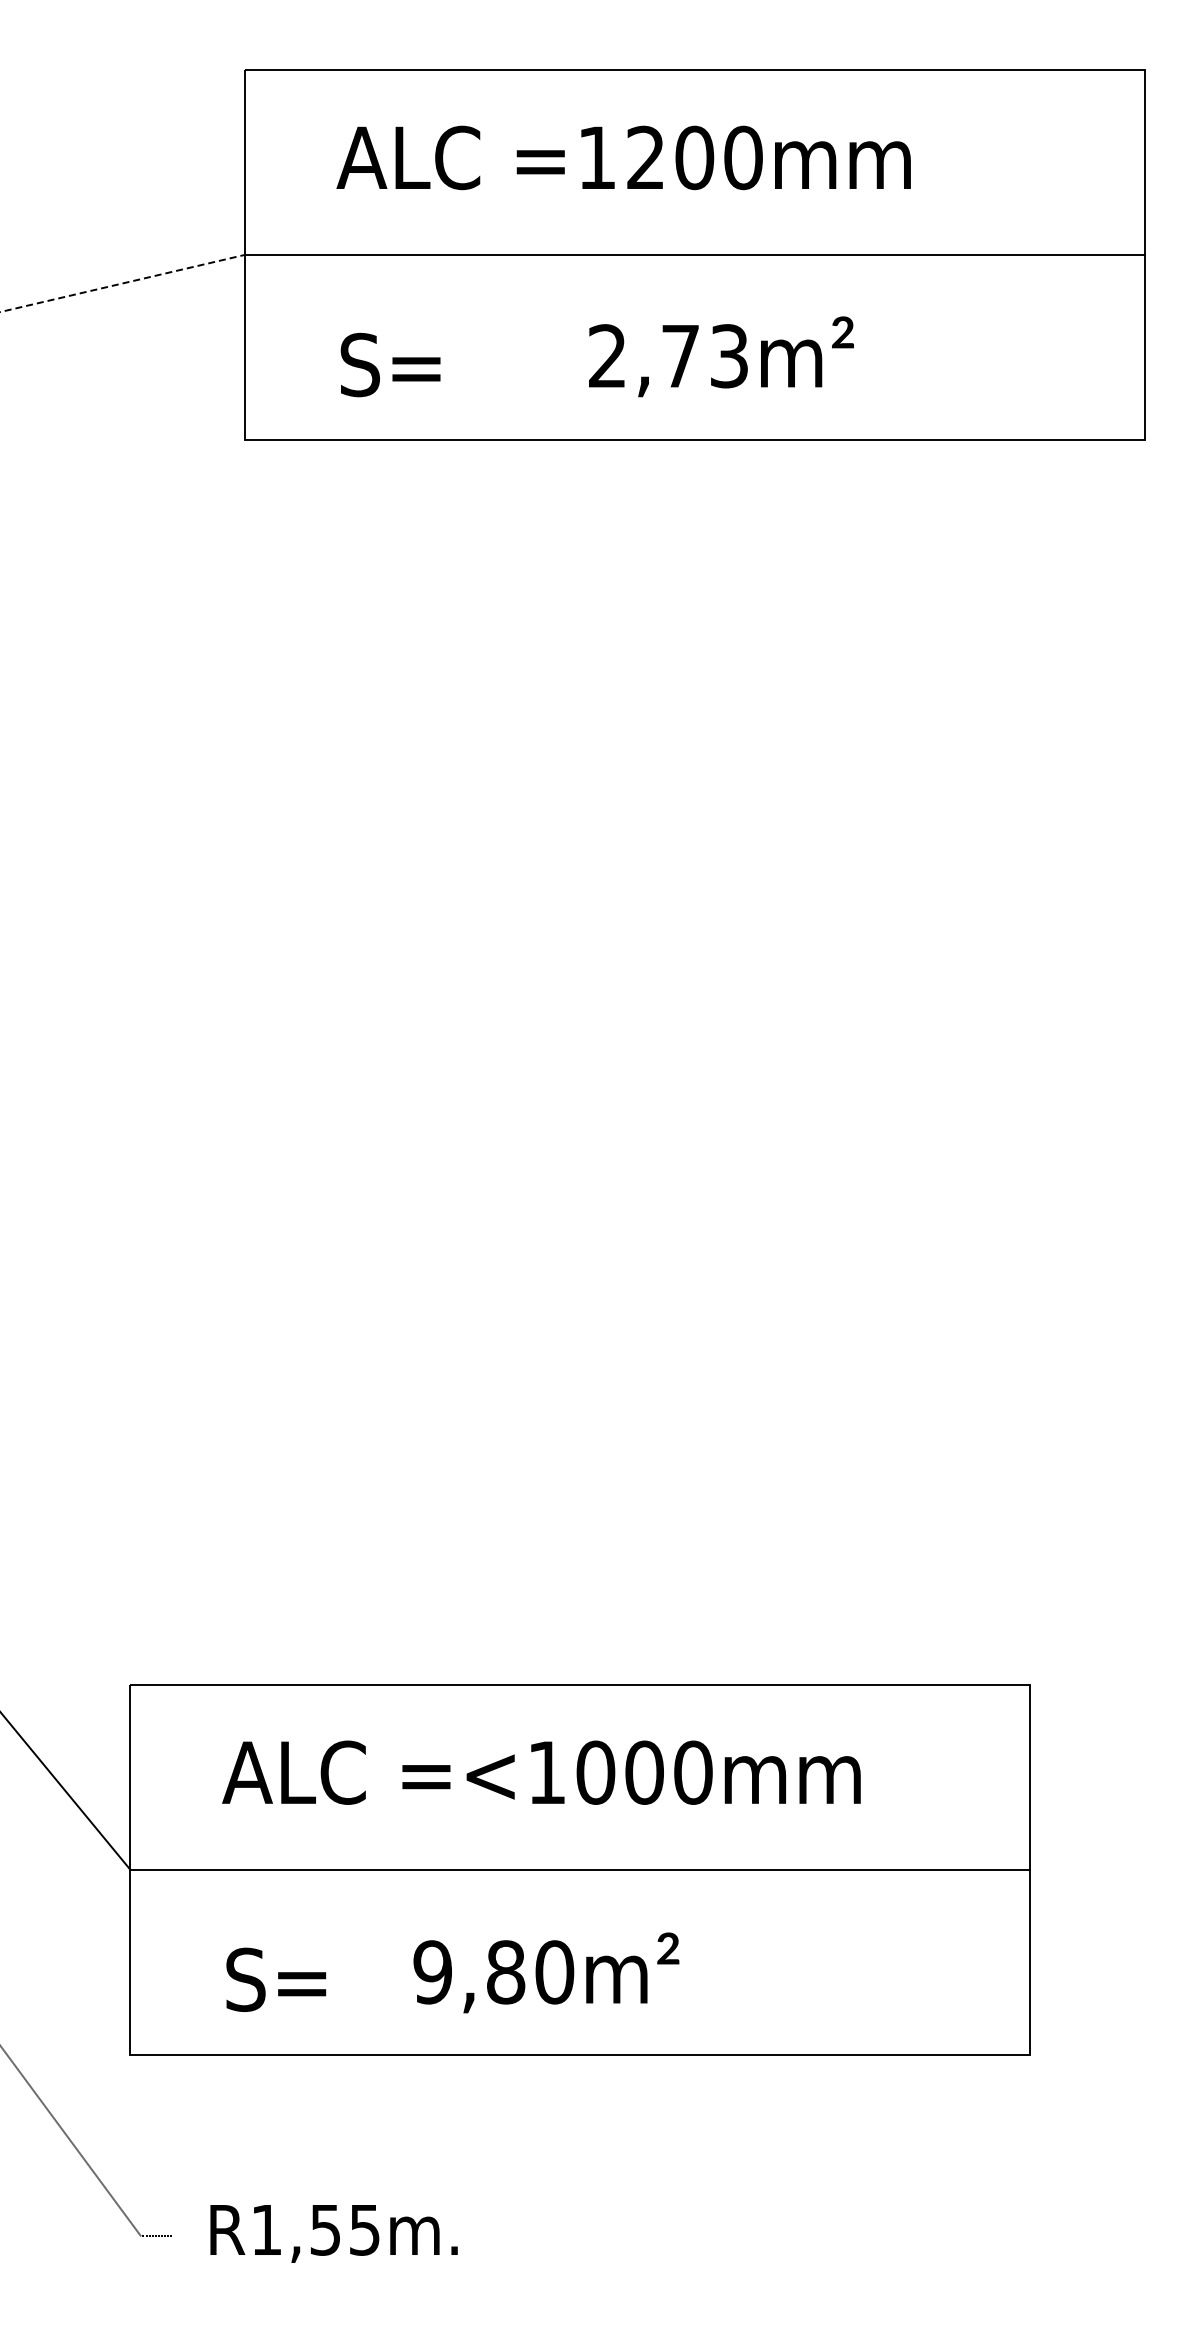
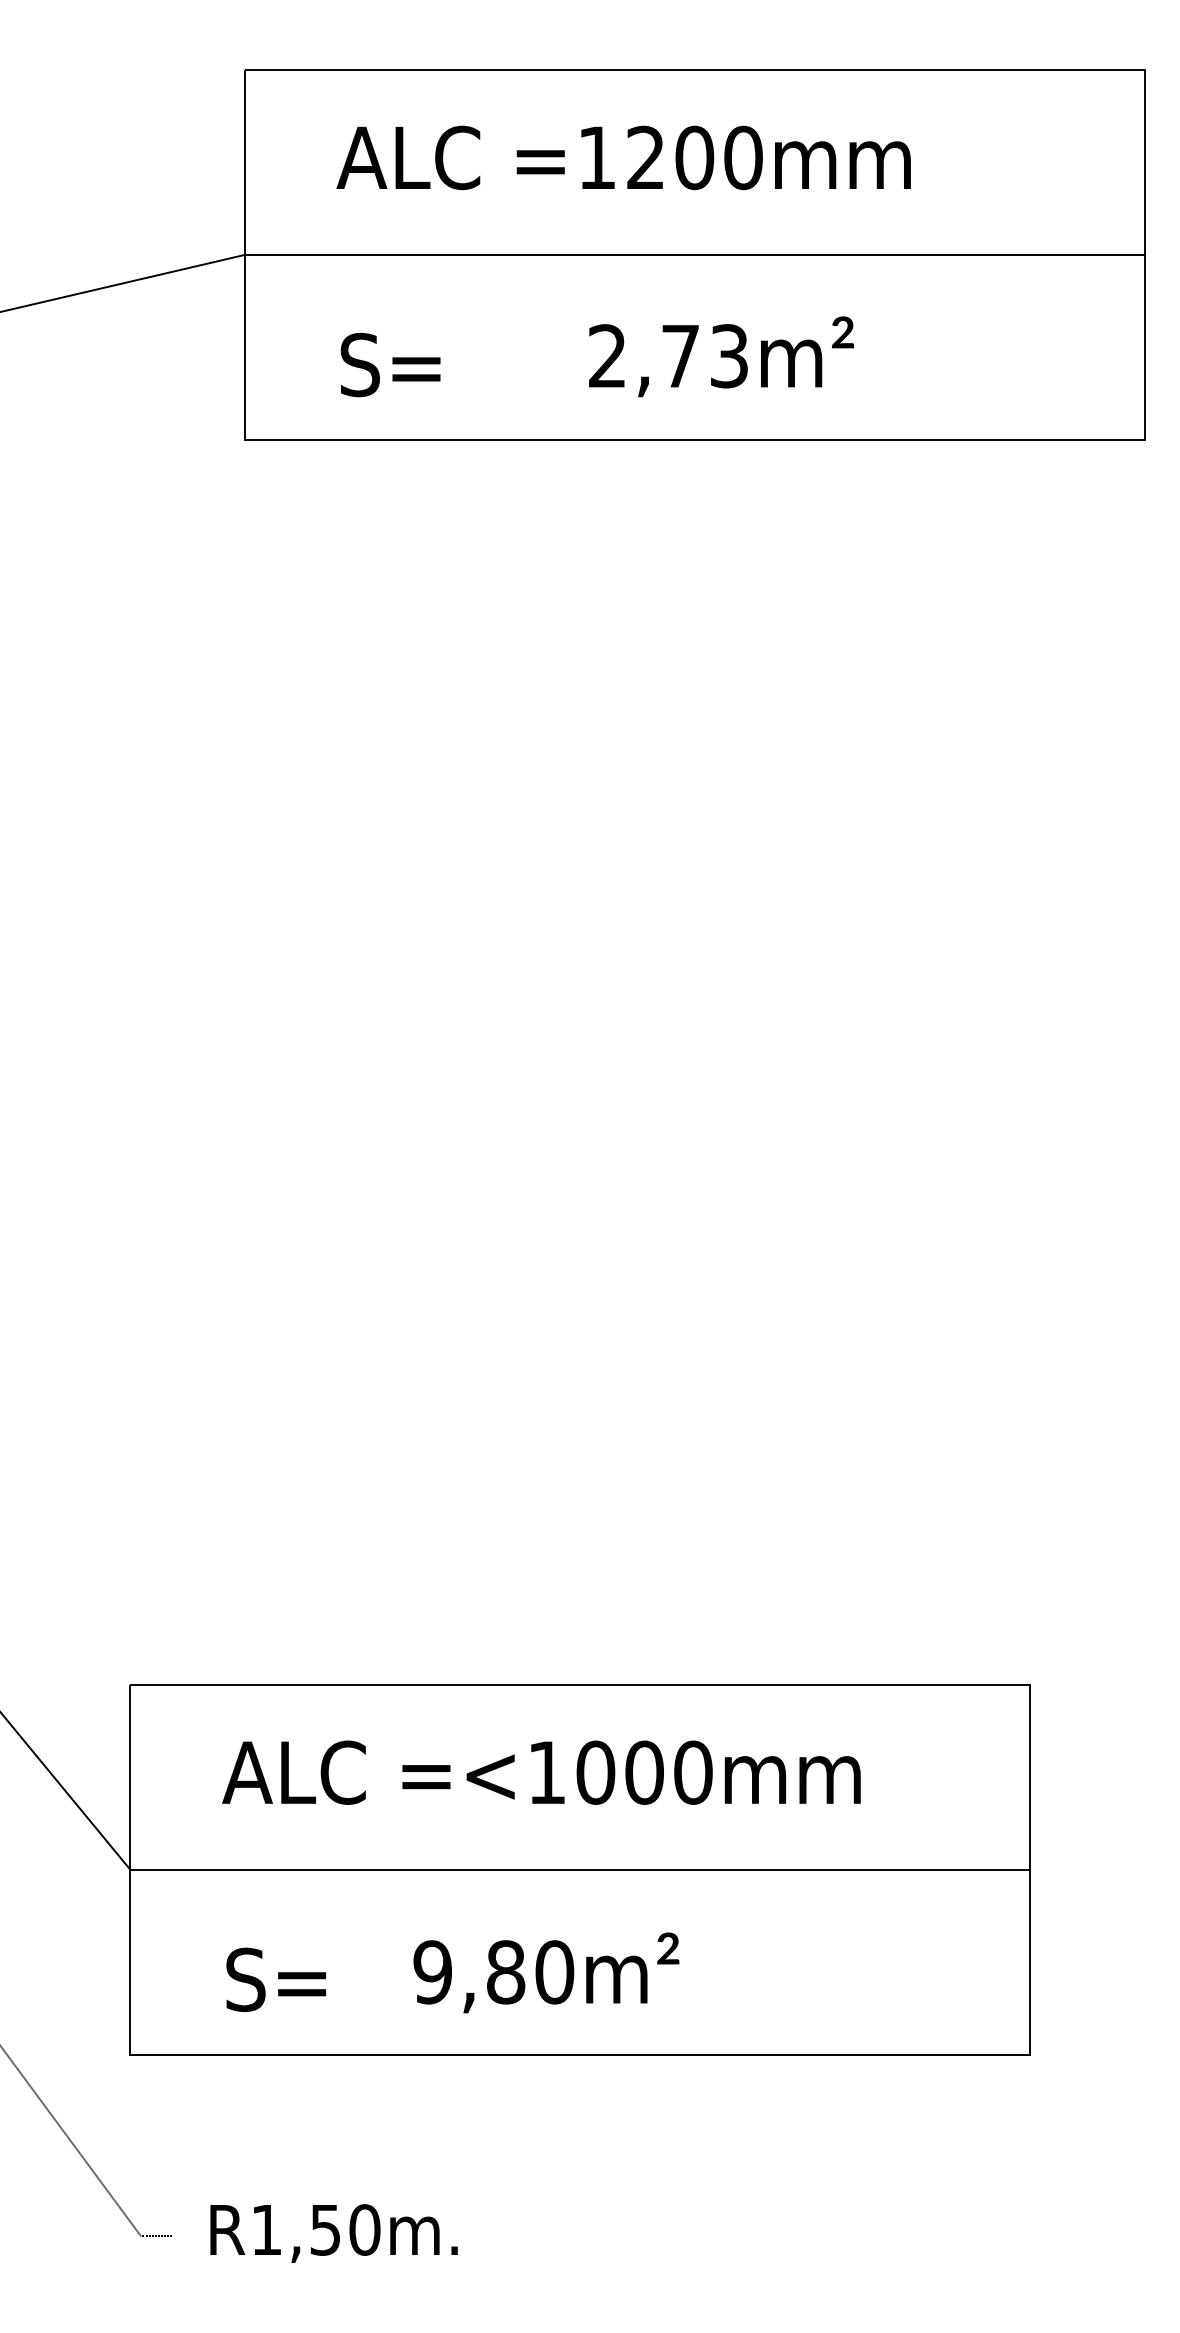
line at (123, 283): dashed -> solid
text at (364, 2229): R1,55m. -> R1,50m.
